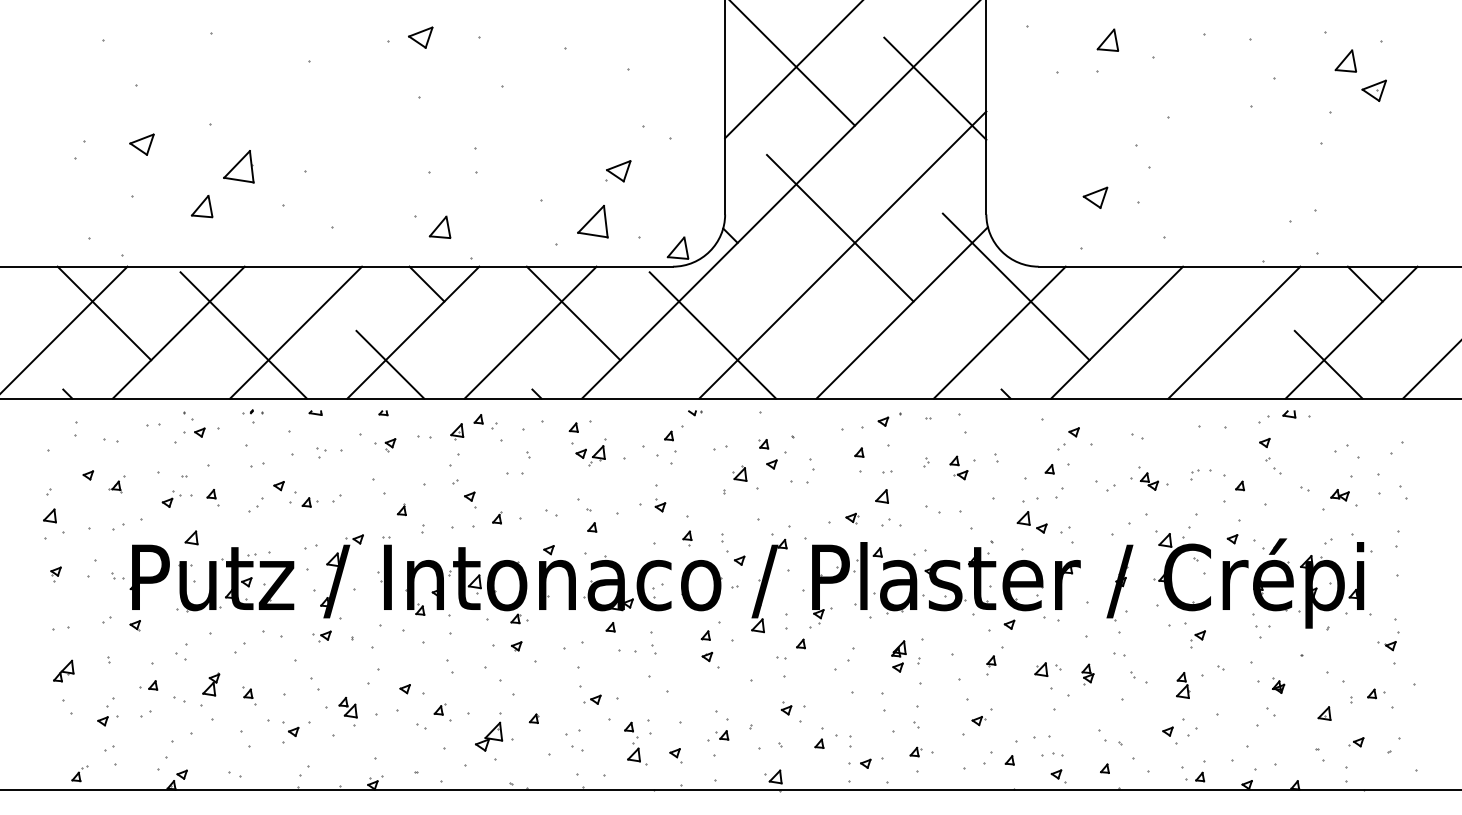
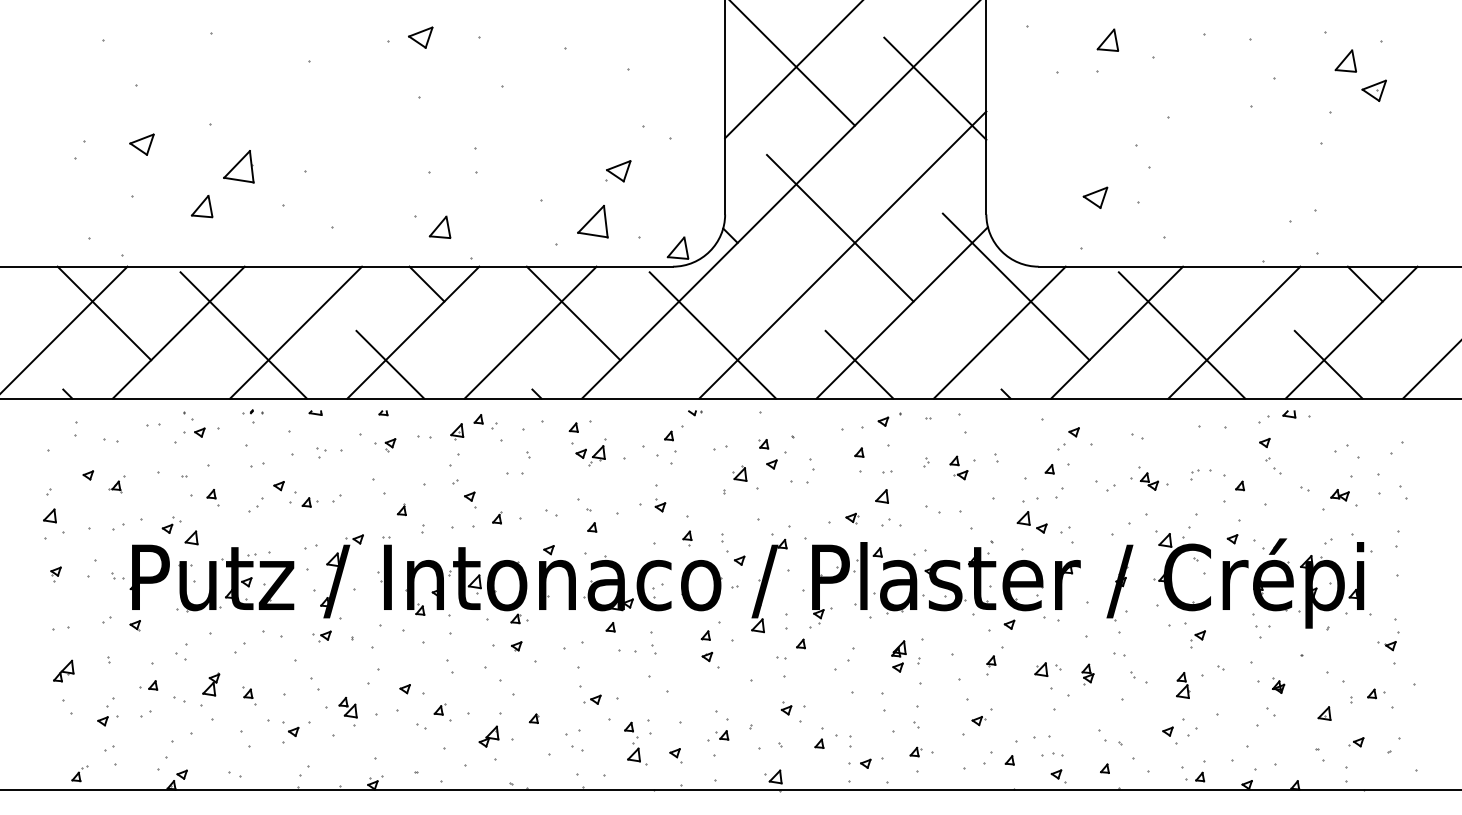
line at (1181, 335): none -> present
line at (859, 364): none -> present
part at (171, 498) position: (171, 498) -> (171, 524)
part at (489, 736) size: 29x31 px -> 22x23 px
